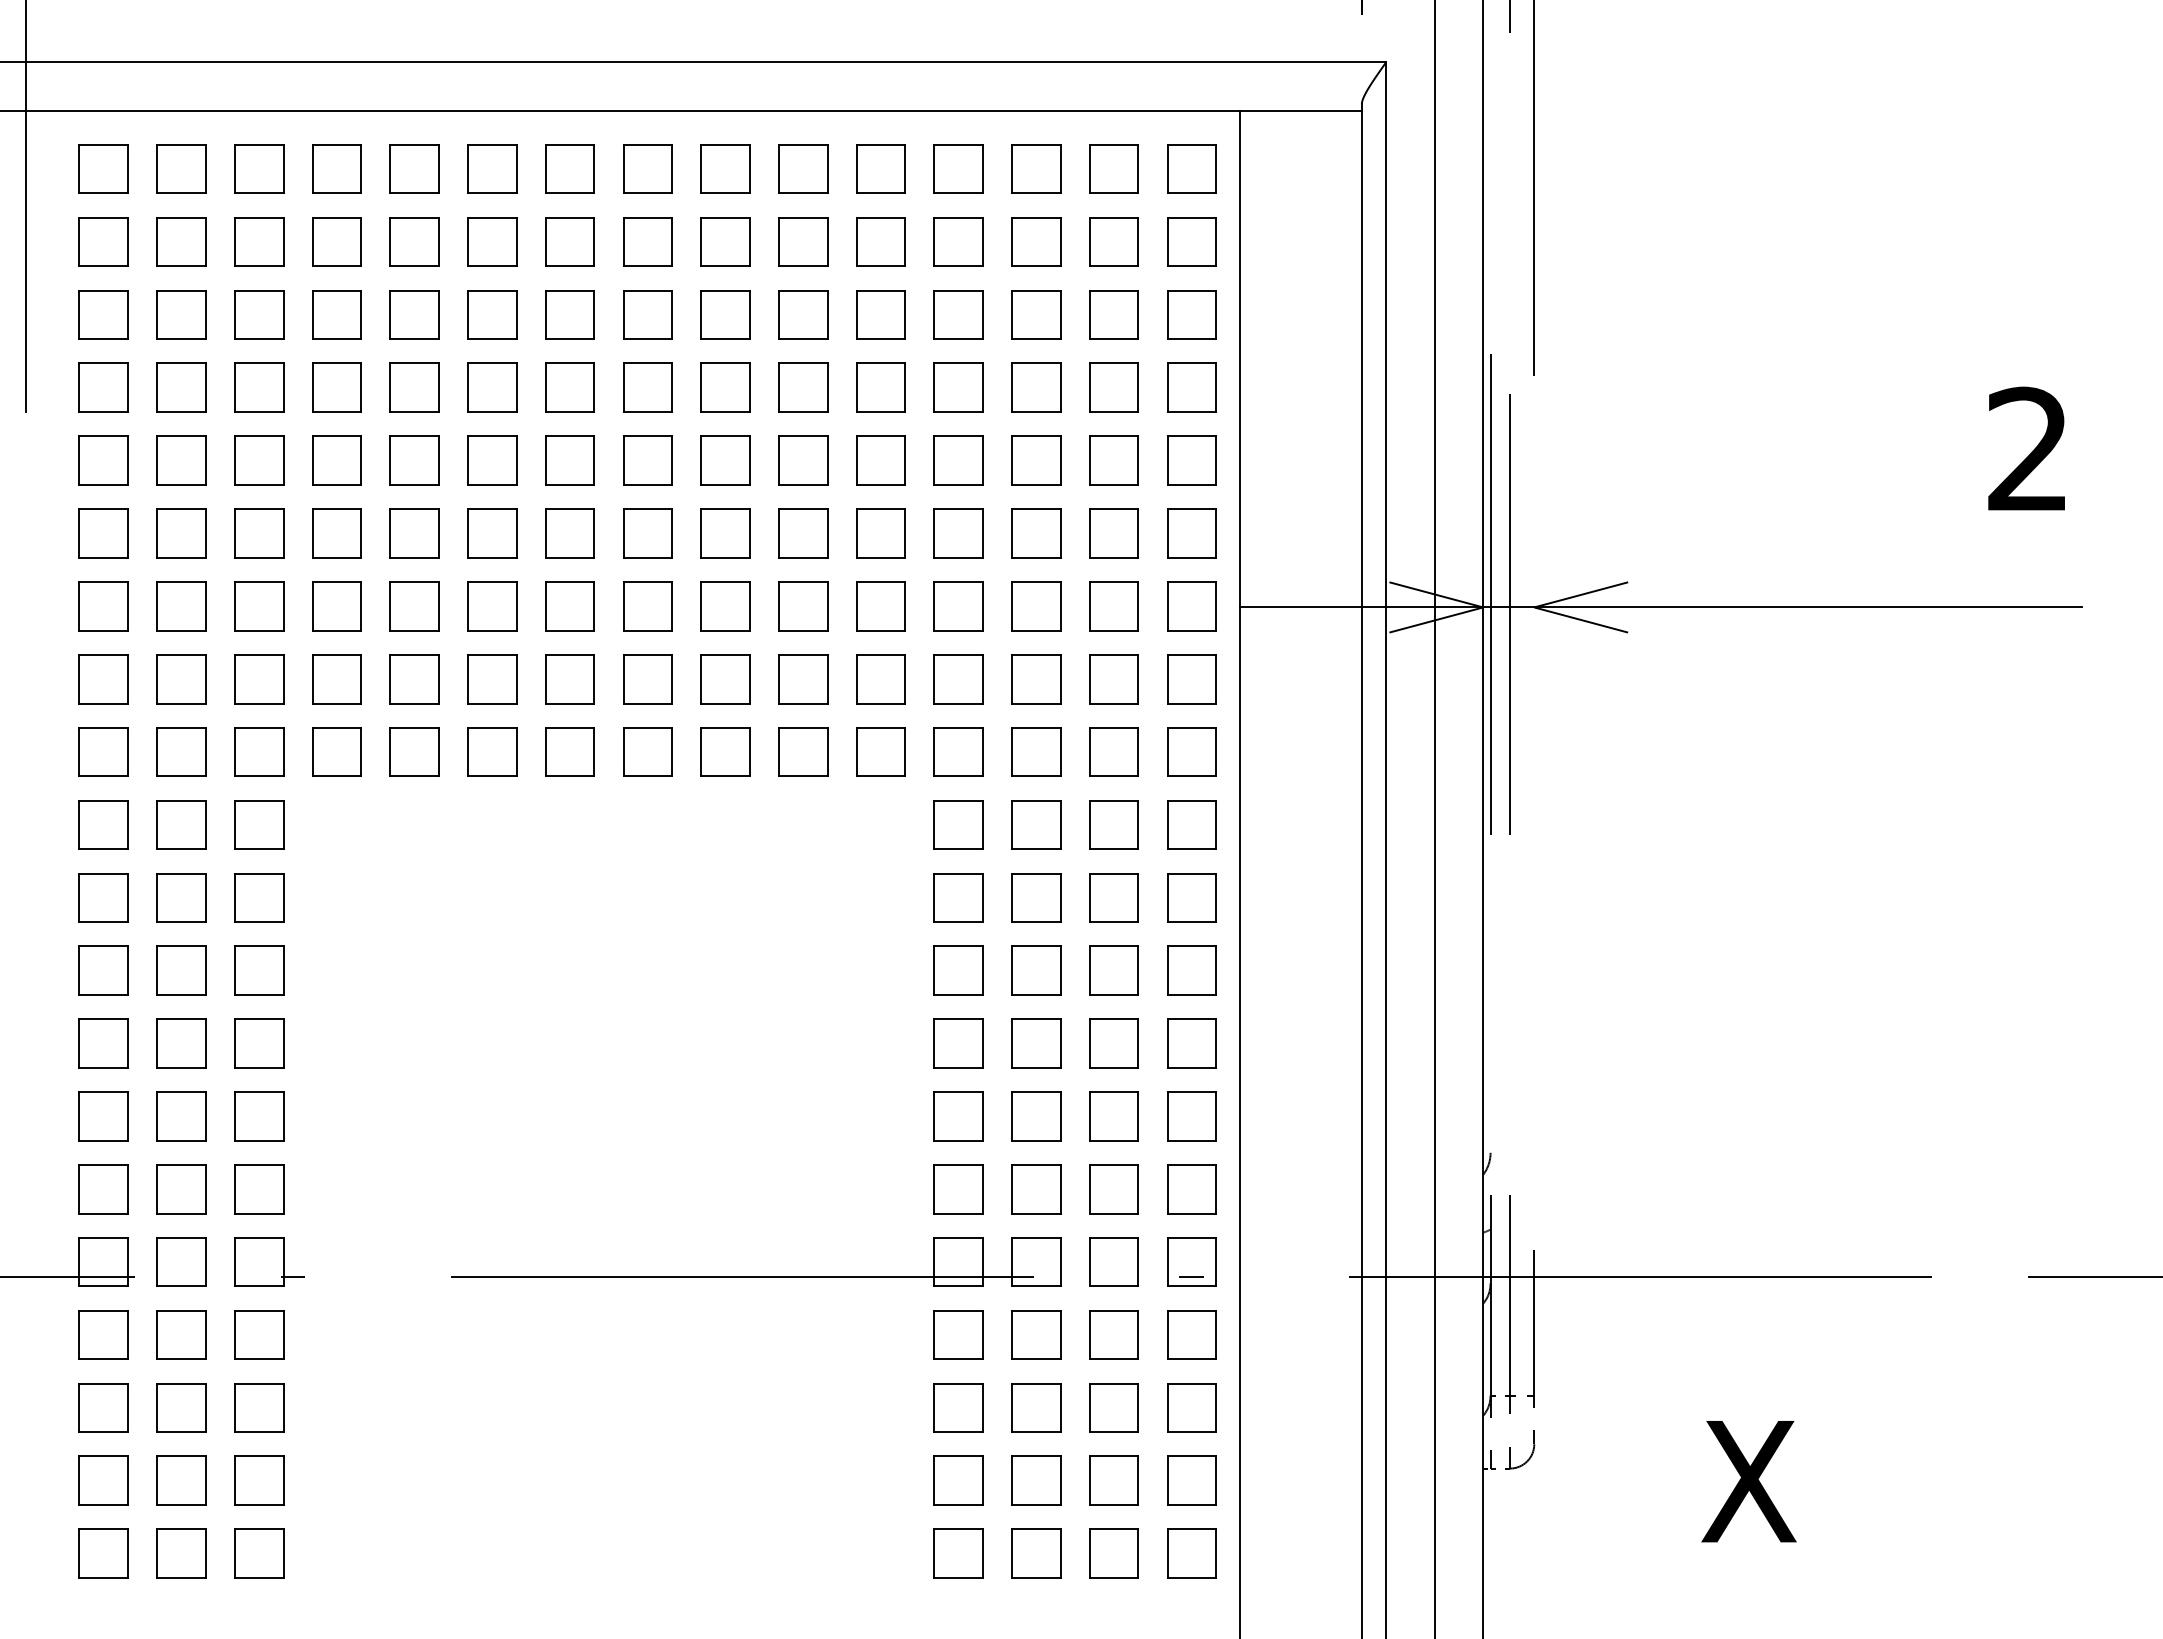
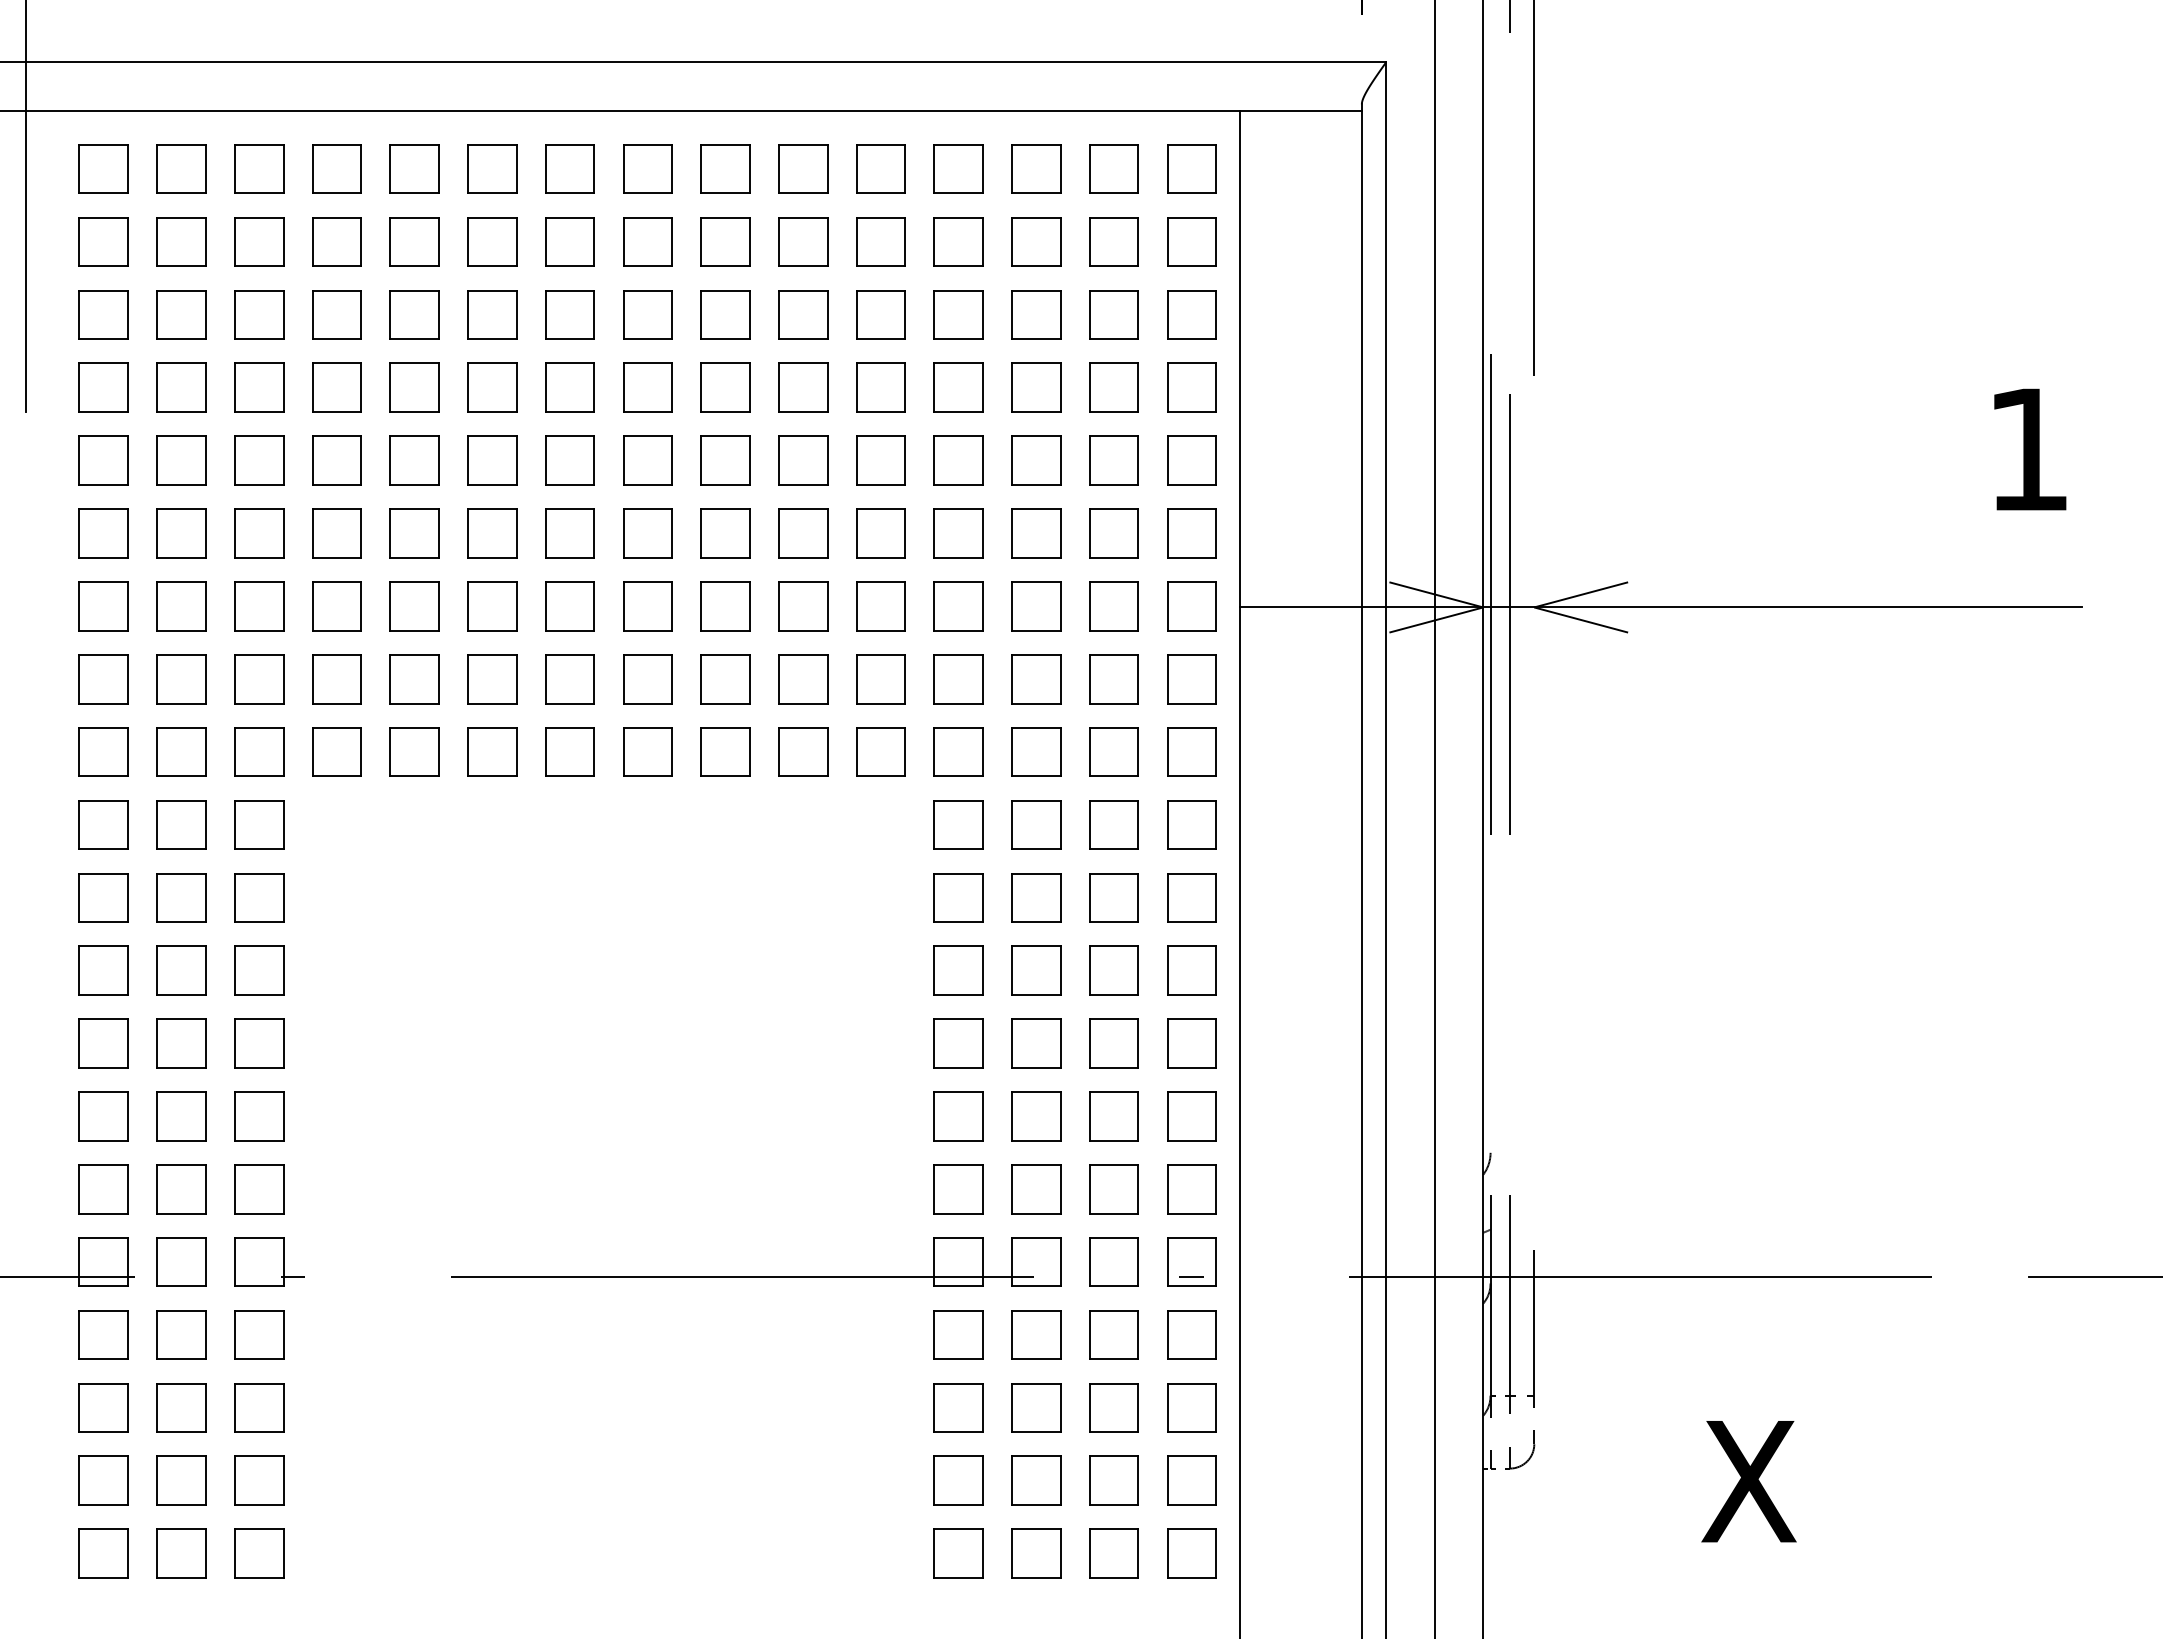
text at (2027, 448): 2 -> 1
